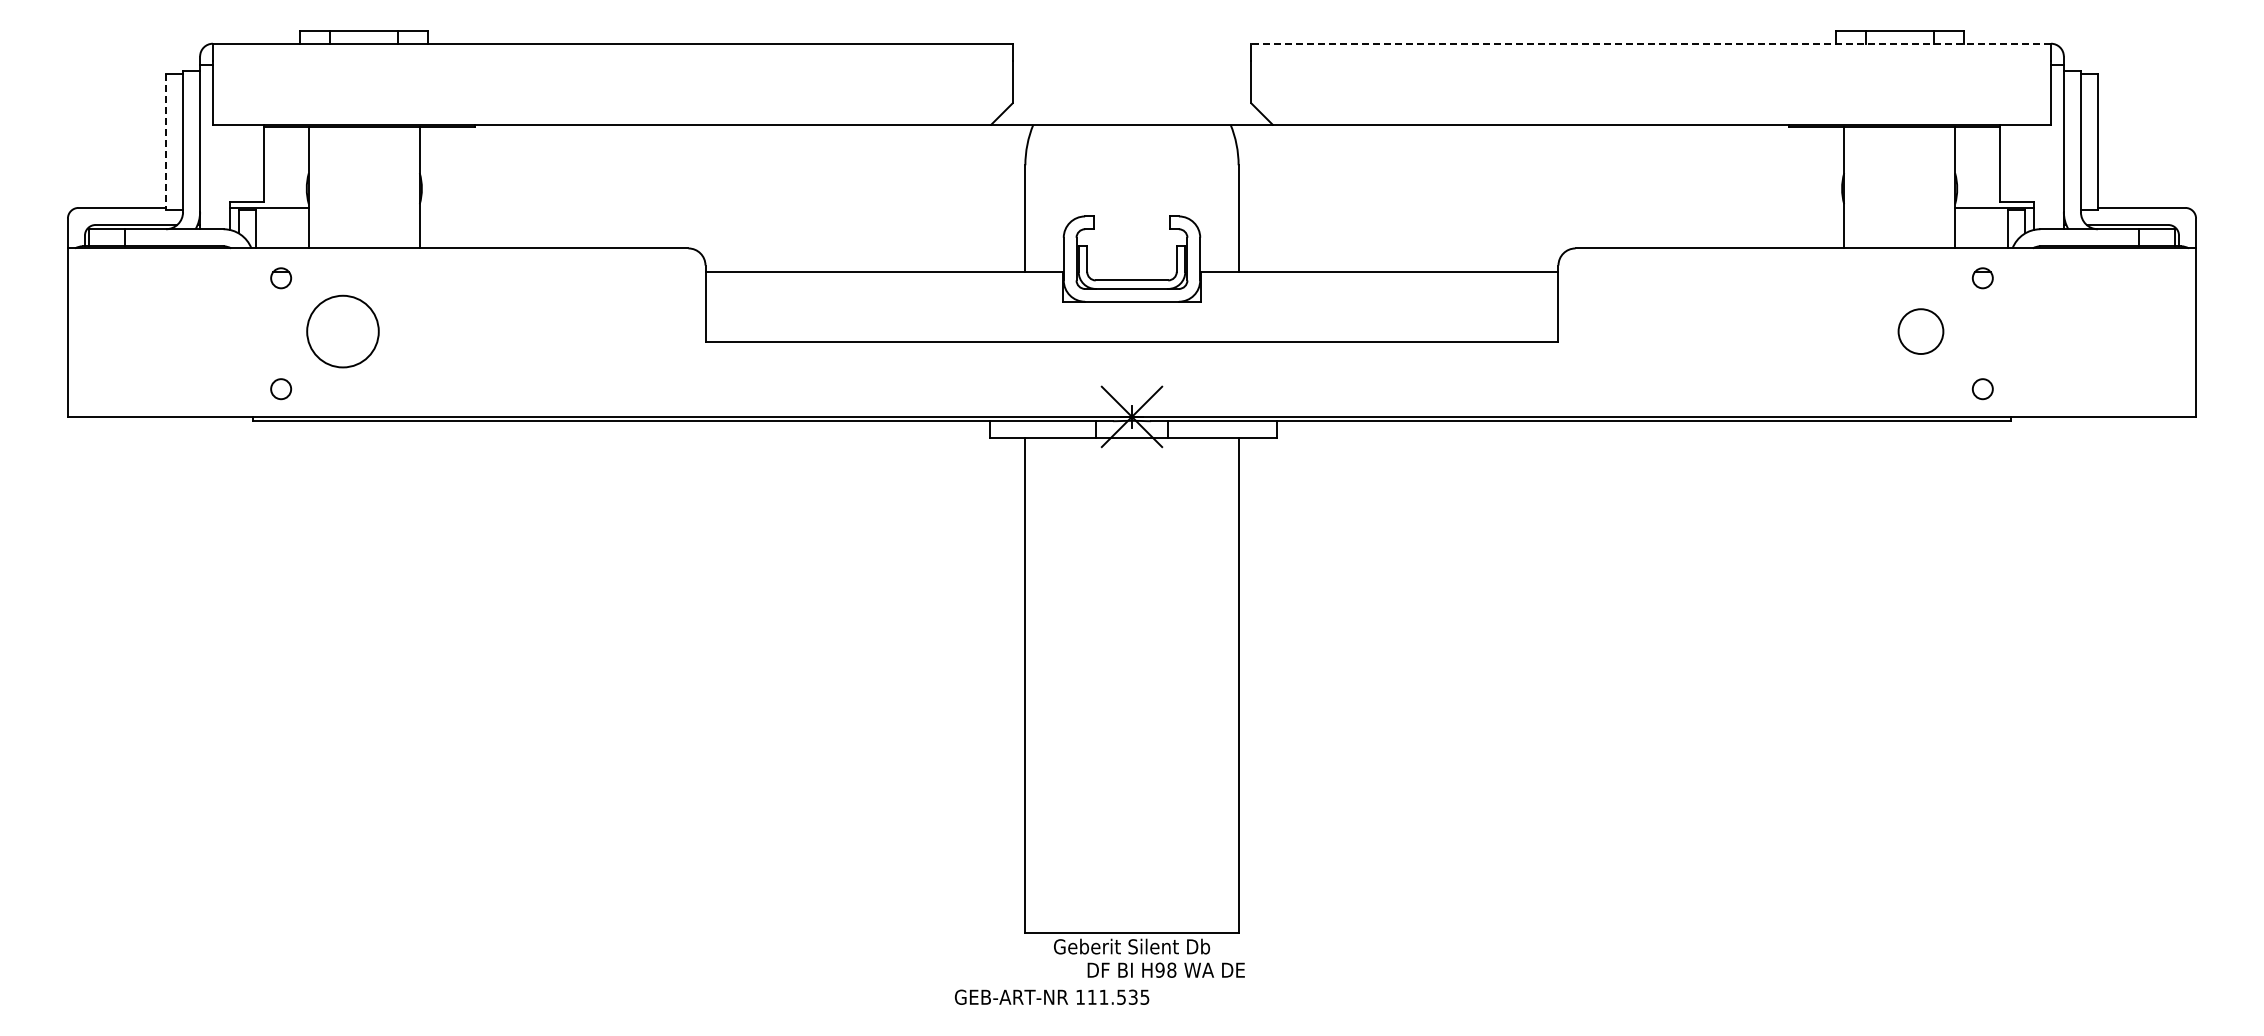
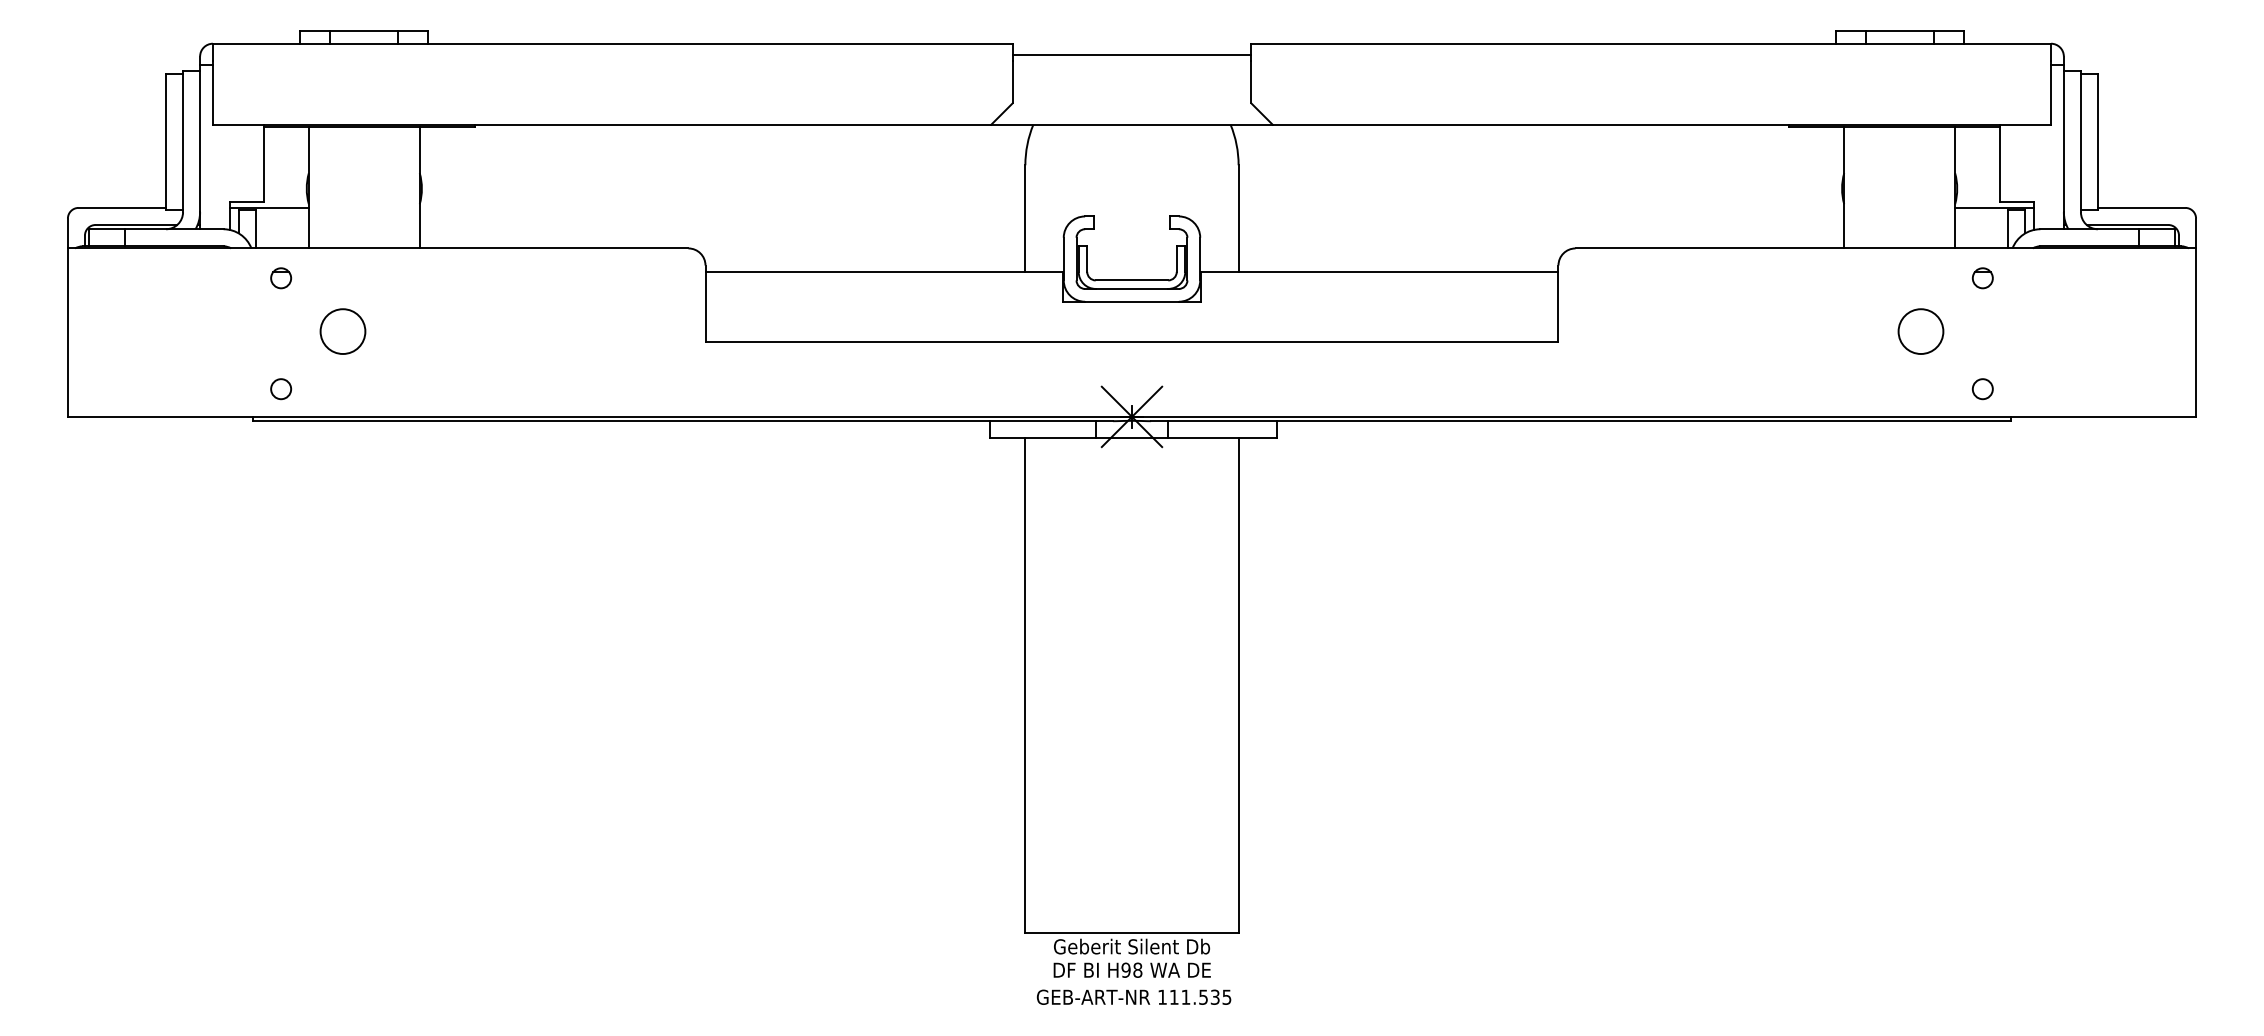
line at (1651, 43): dashed -> solid
line at (1131, 54): none -> present
line at (166, 142): dashed -> solid
circle at (342, 331) diameter: 72 px -> 45 px
text at (1165, 969) position: (1165, 969) -> (1131, 969)
text at (1051, 996) position: (1051, 996) -> (1133, 996)
